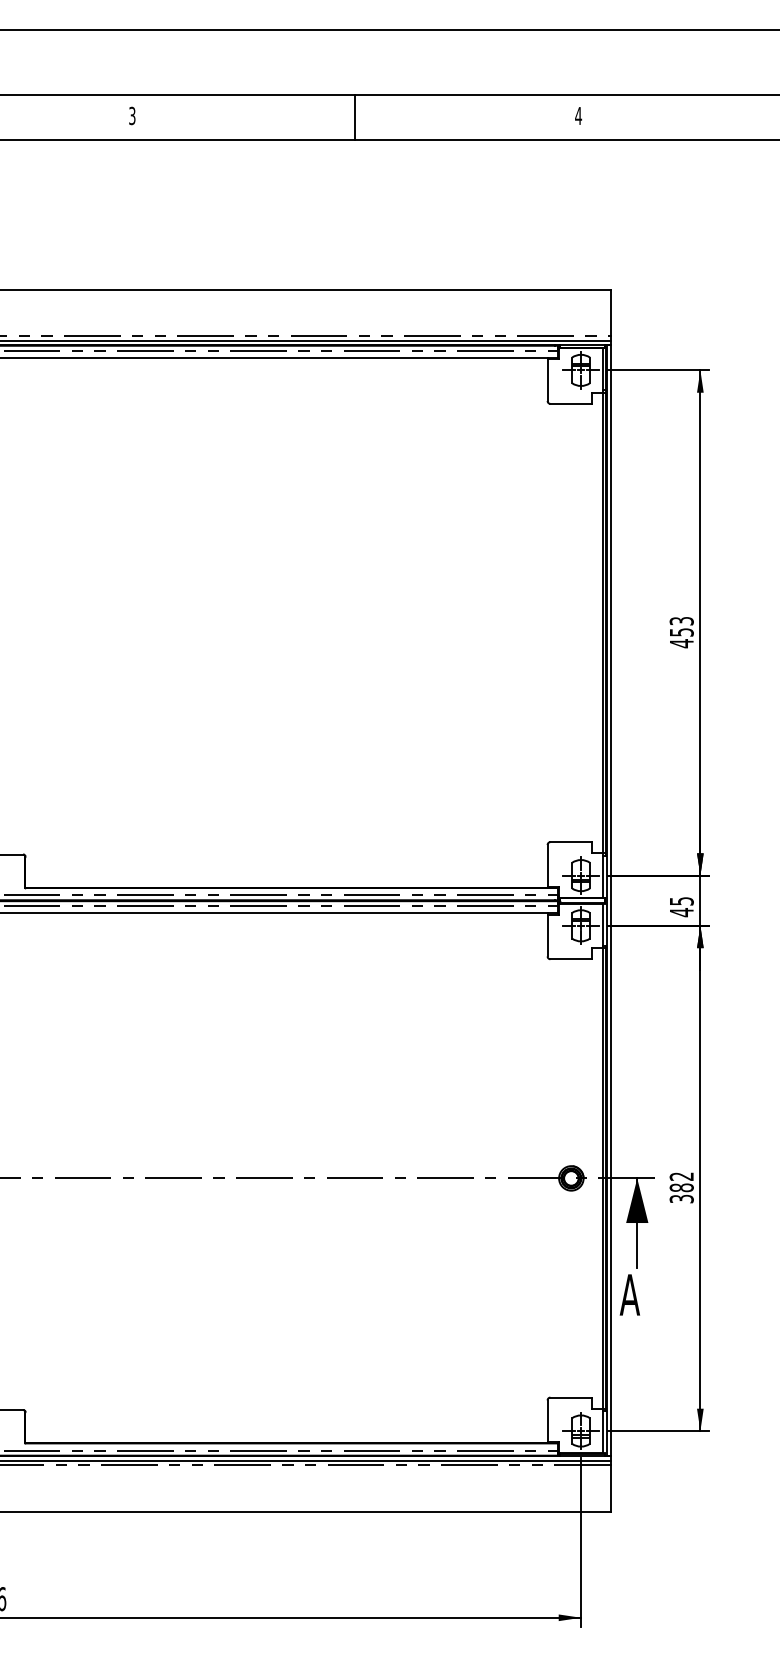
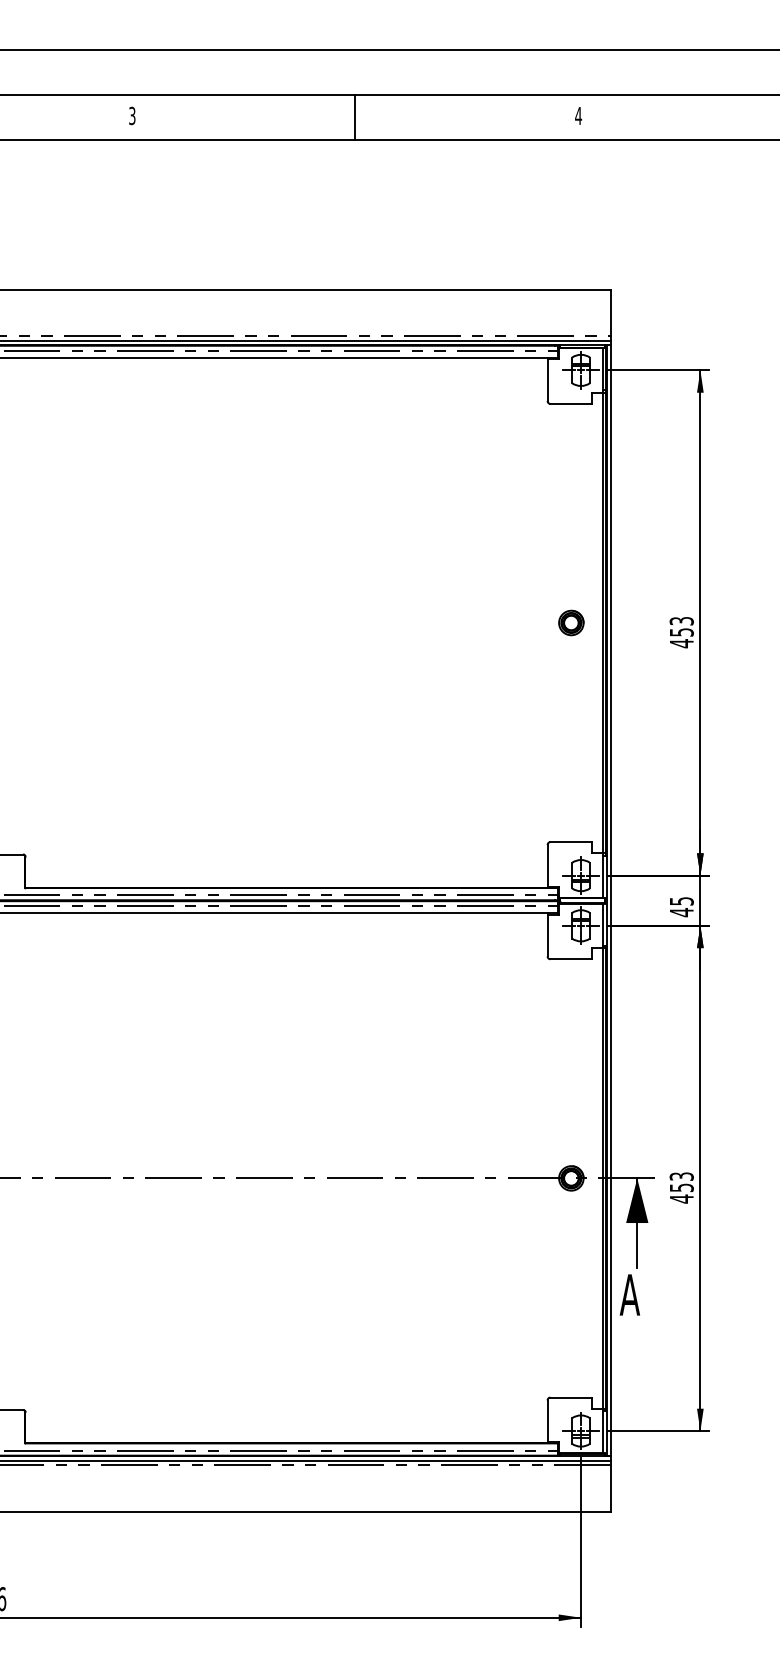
line at (389, 30) position: (389, 30) -> (389, 50)
part at (571, 622): none -> present
text at (681, 1187): 382 -> 453
